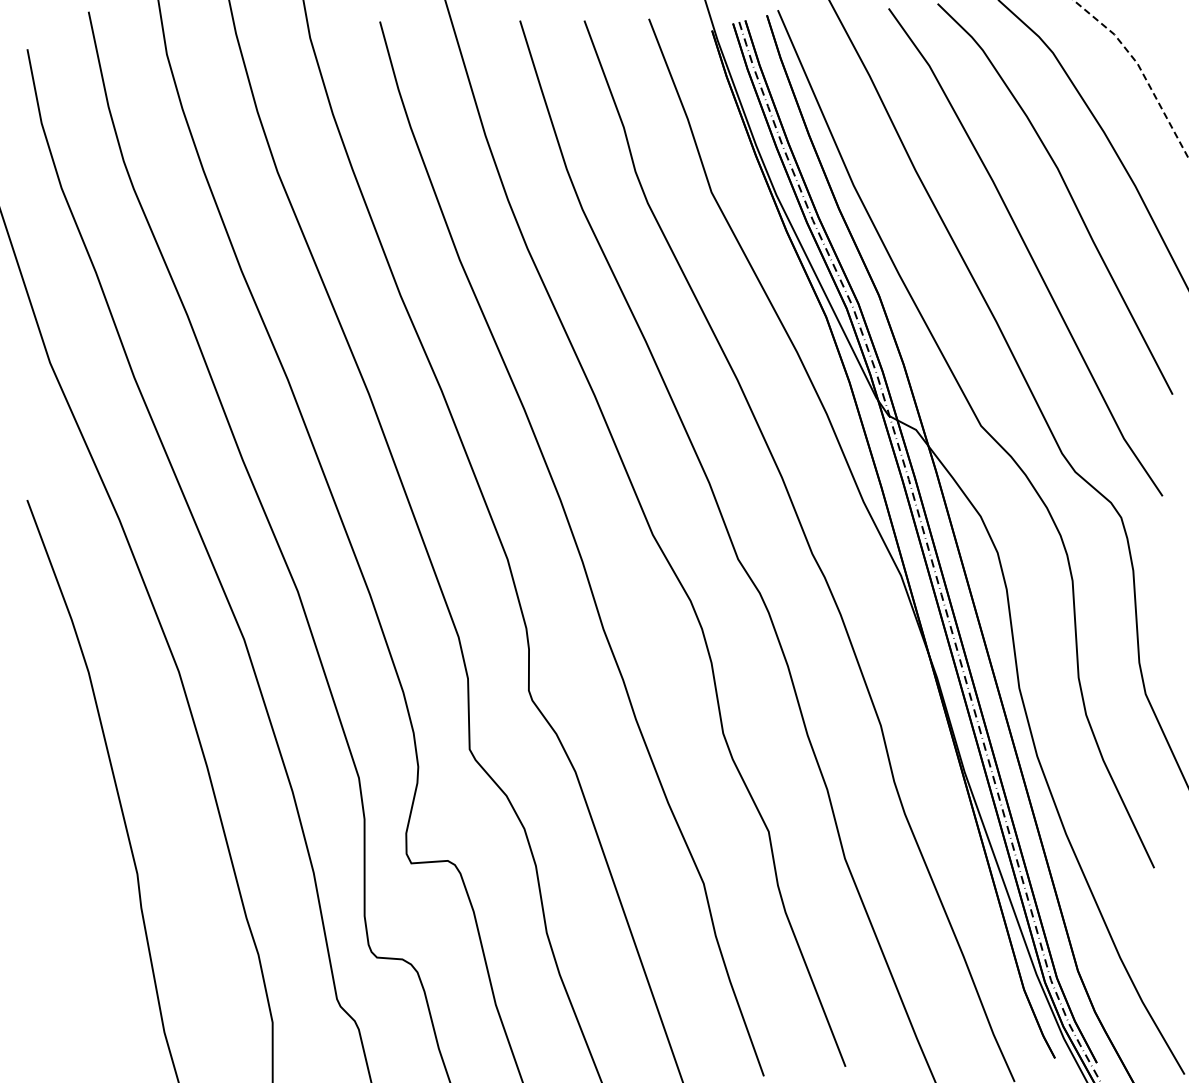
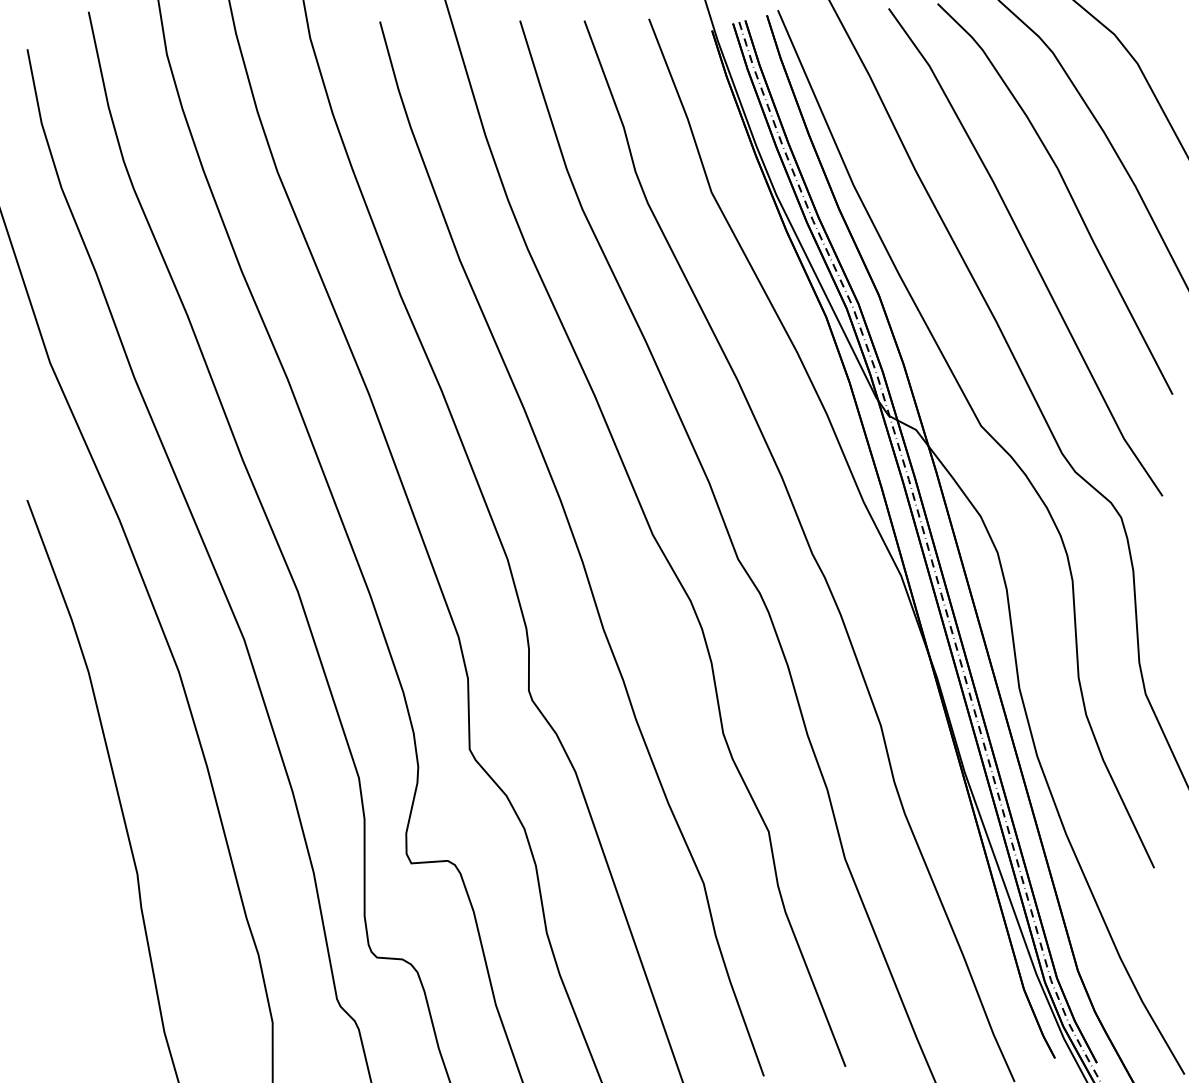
line at (1140, 69): dashed -> solid
